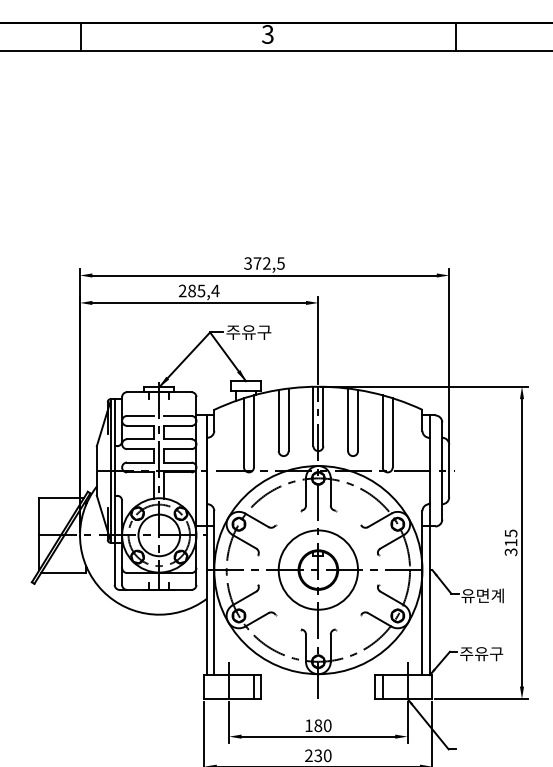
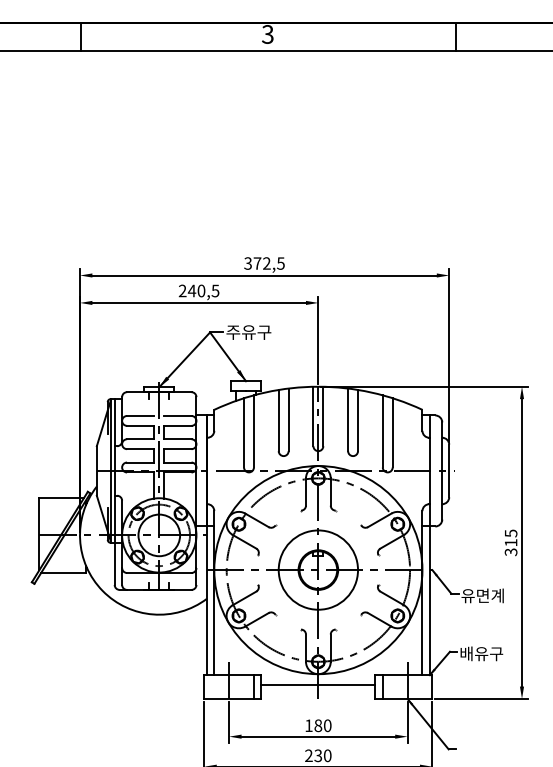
text at (203, 290): 285,4 -> 240,5
text at (466, 653): 주유구 -> 배유구
line at (318, 685): none -> present
